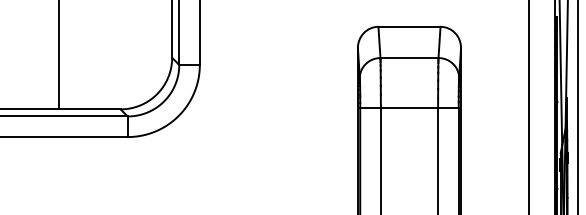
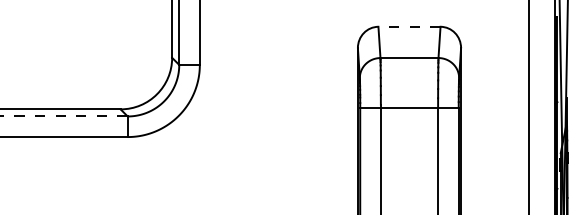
line at (409, 26): solid -> dashed
line at (58, 55): present -> none
line at (578, 106): present -> none
line at (63, 116): solid -> dashed
